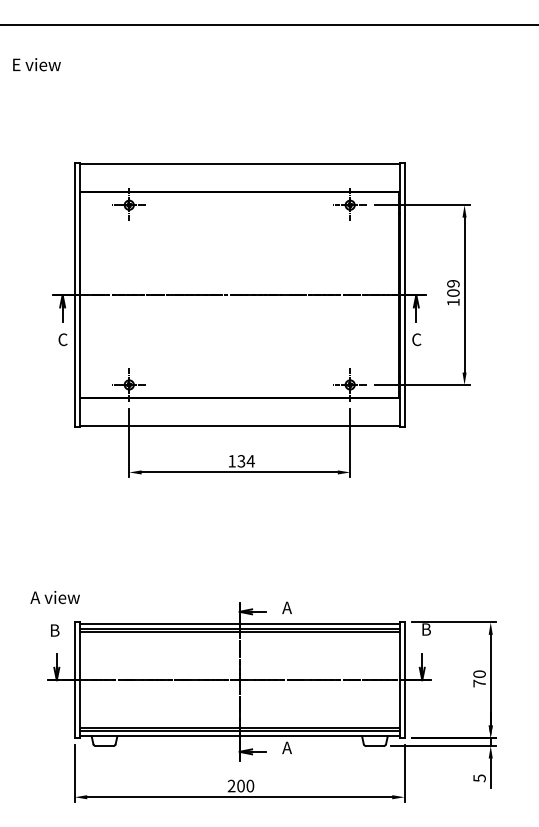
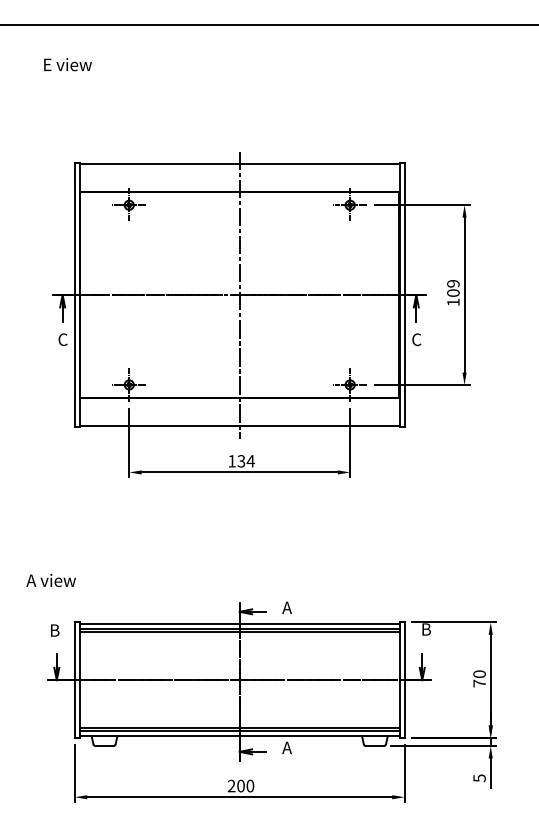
text at (36, 64) position: (36, 64) -> (67, 64)
line at (239, 294): none -> present
text at (54, 597) position: (54, 597) -> (50, 580)
